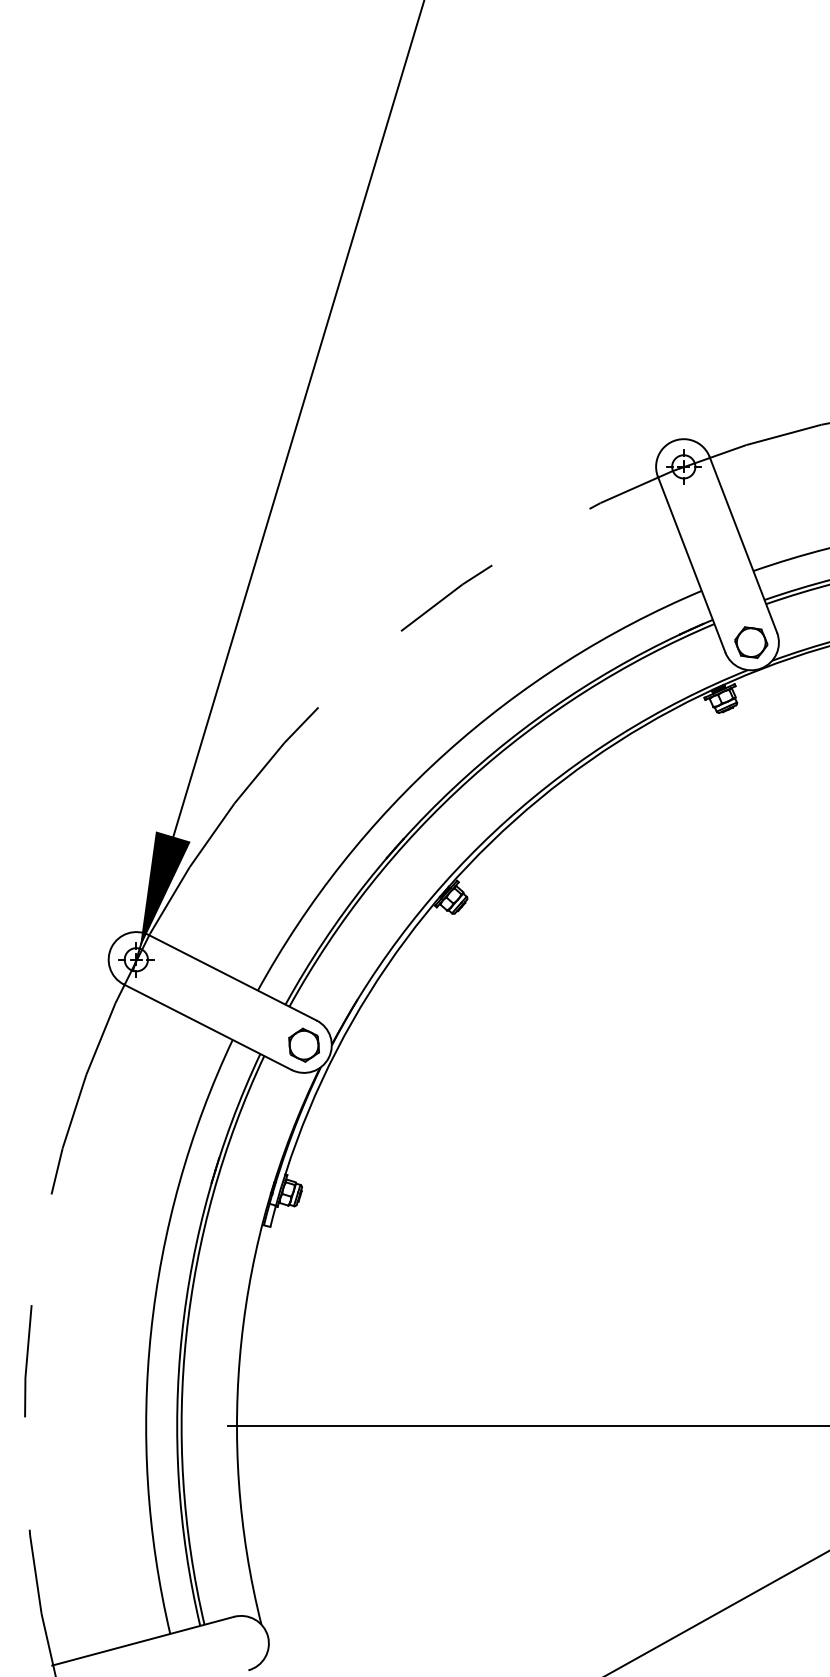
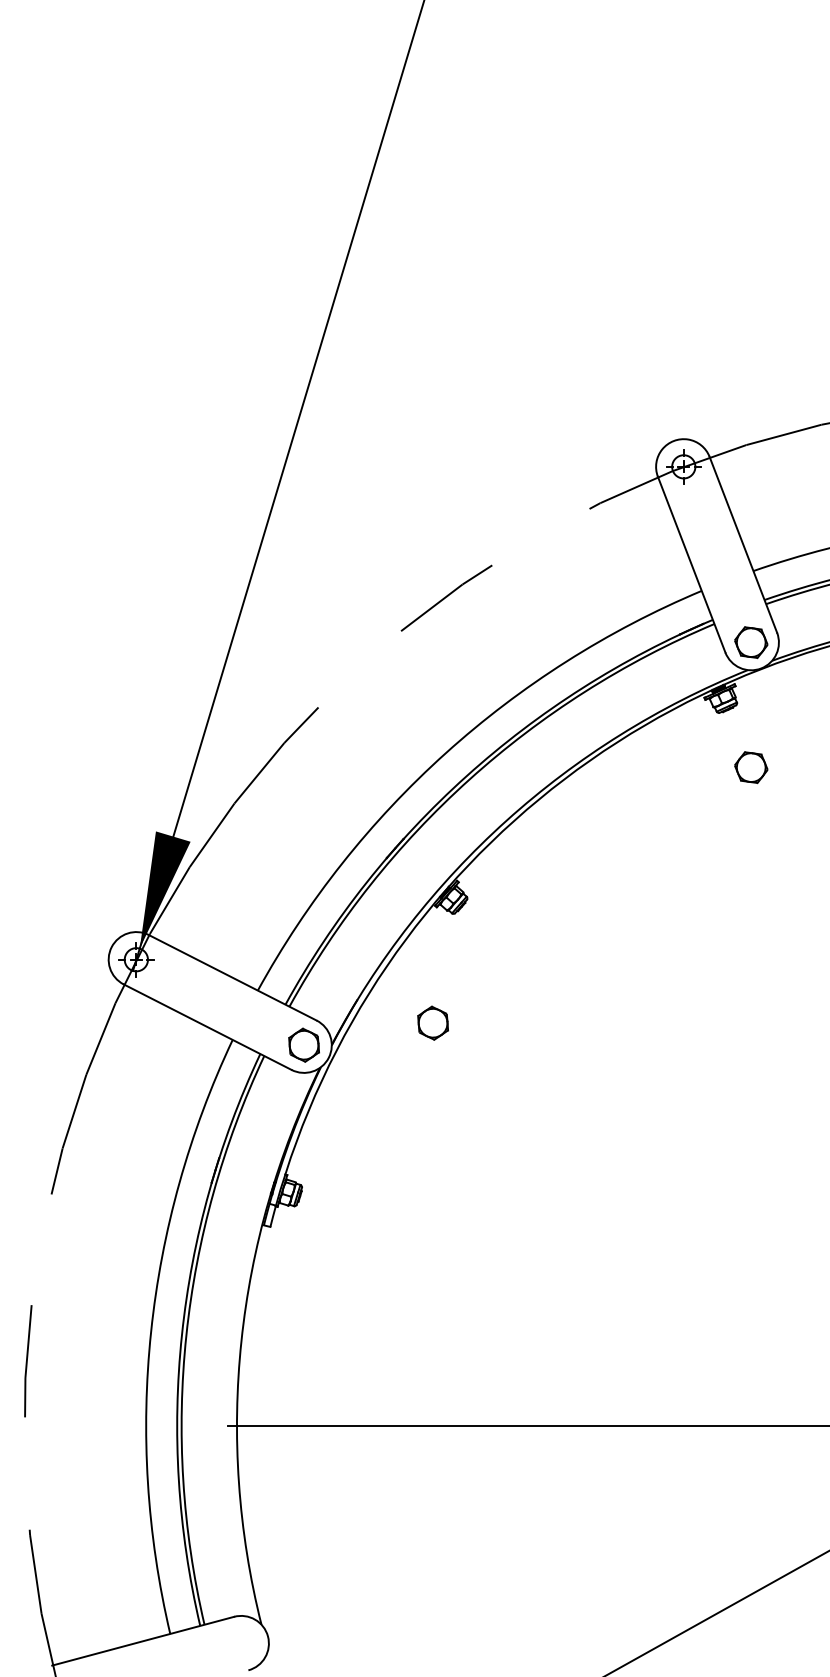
part at (751, 767): none -> present
part at (432, 1022): none -> present
